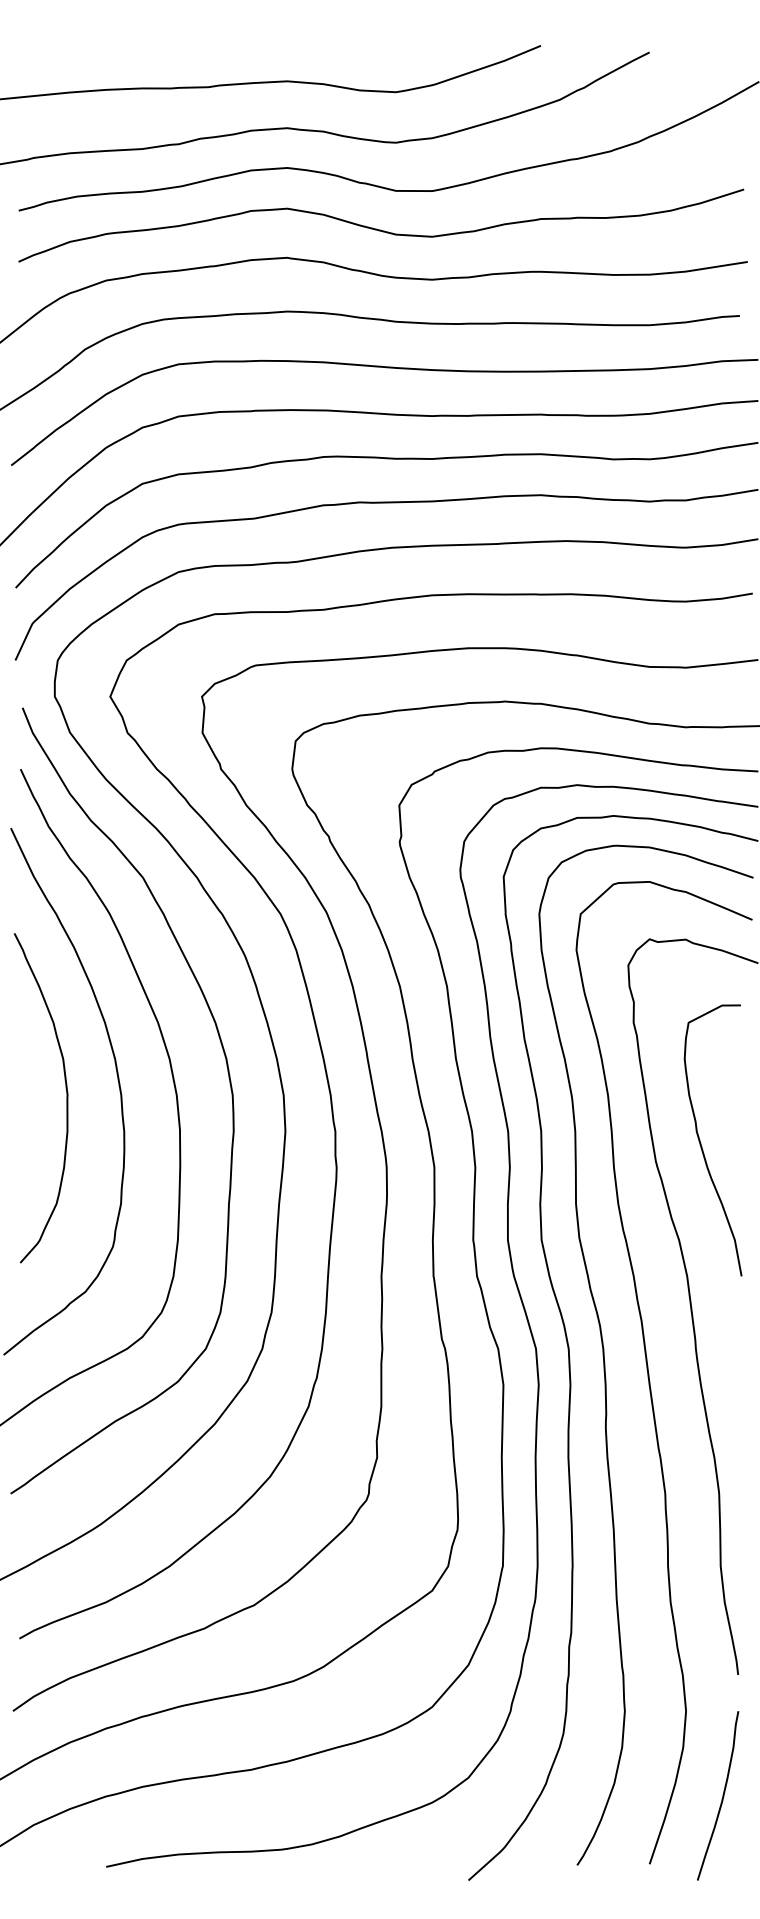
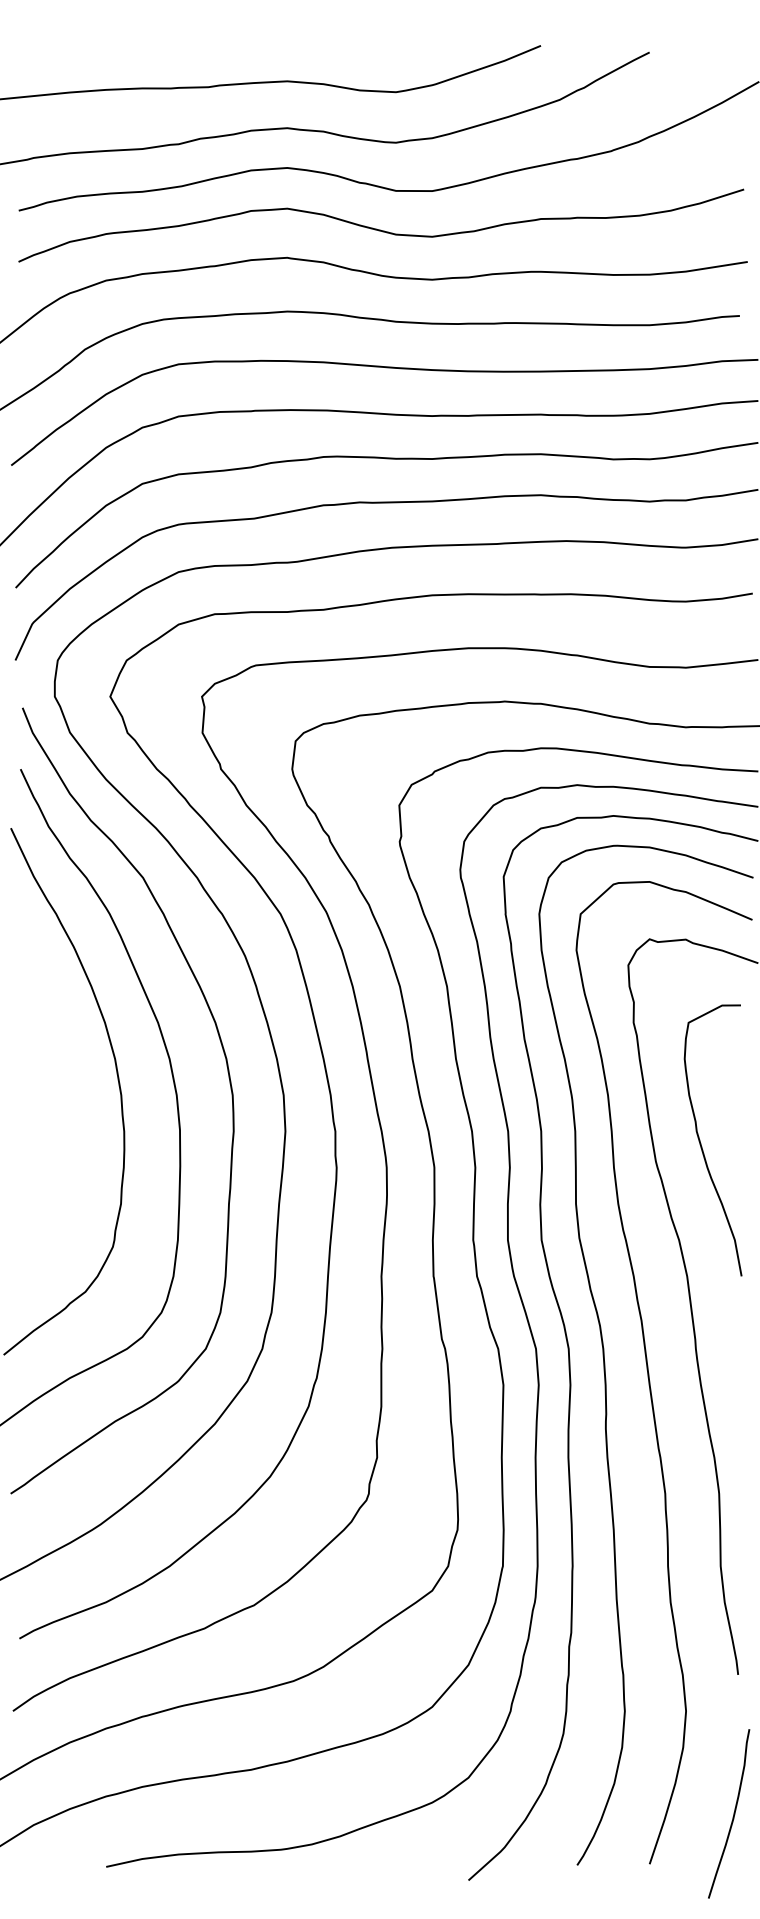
curve at (66, 1098): present -> none
curve at (722, 1795) position: (722, 1795) -> (733, 1813)
